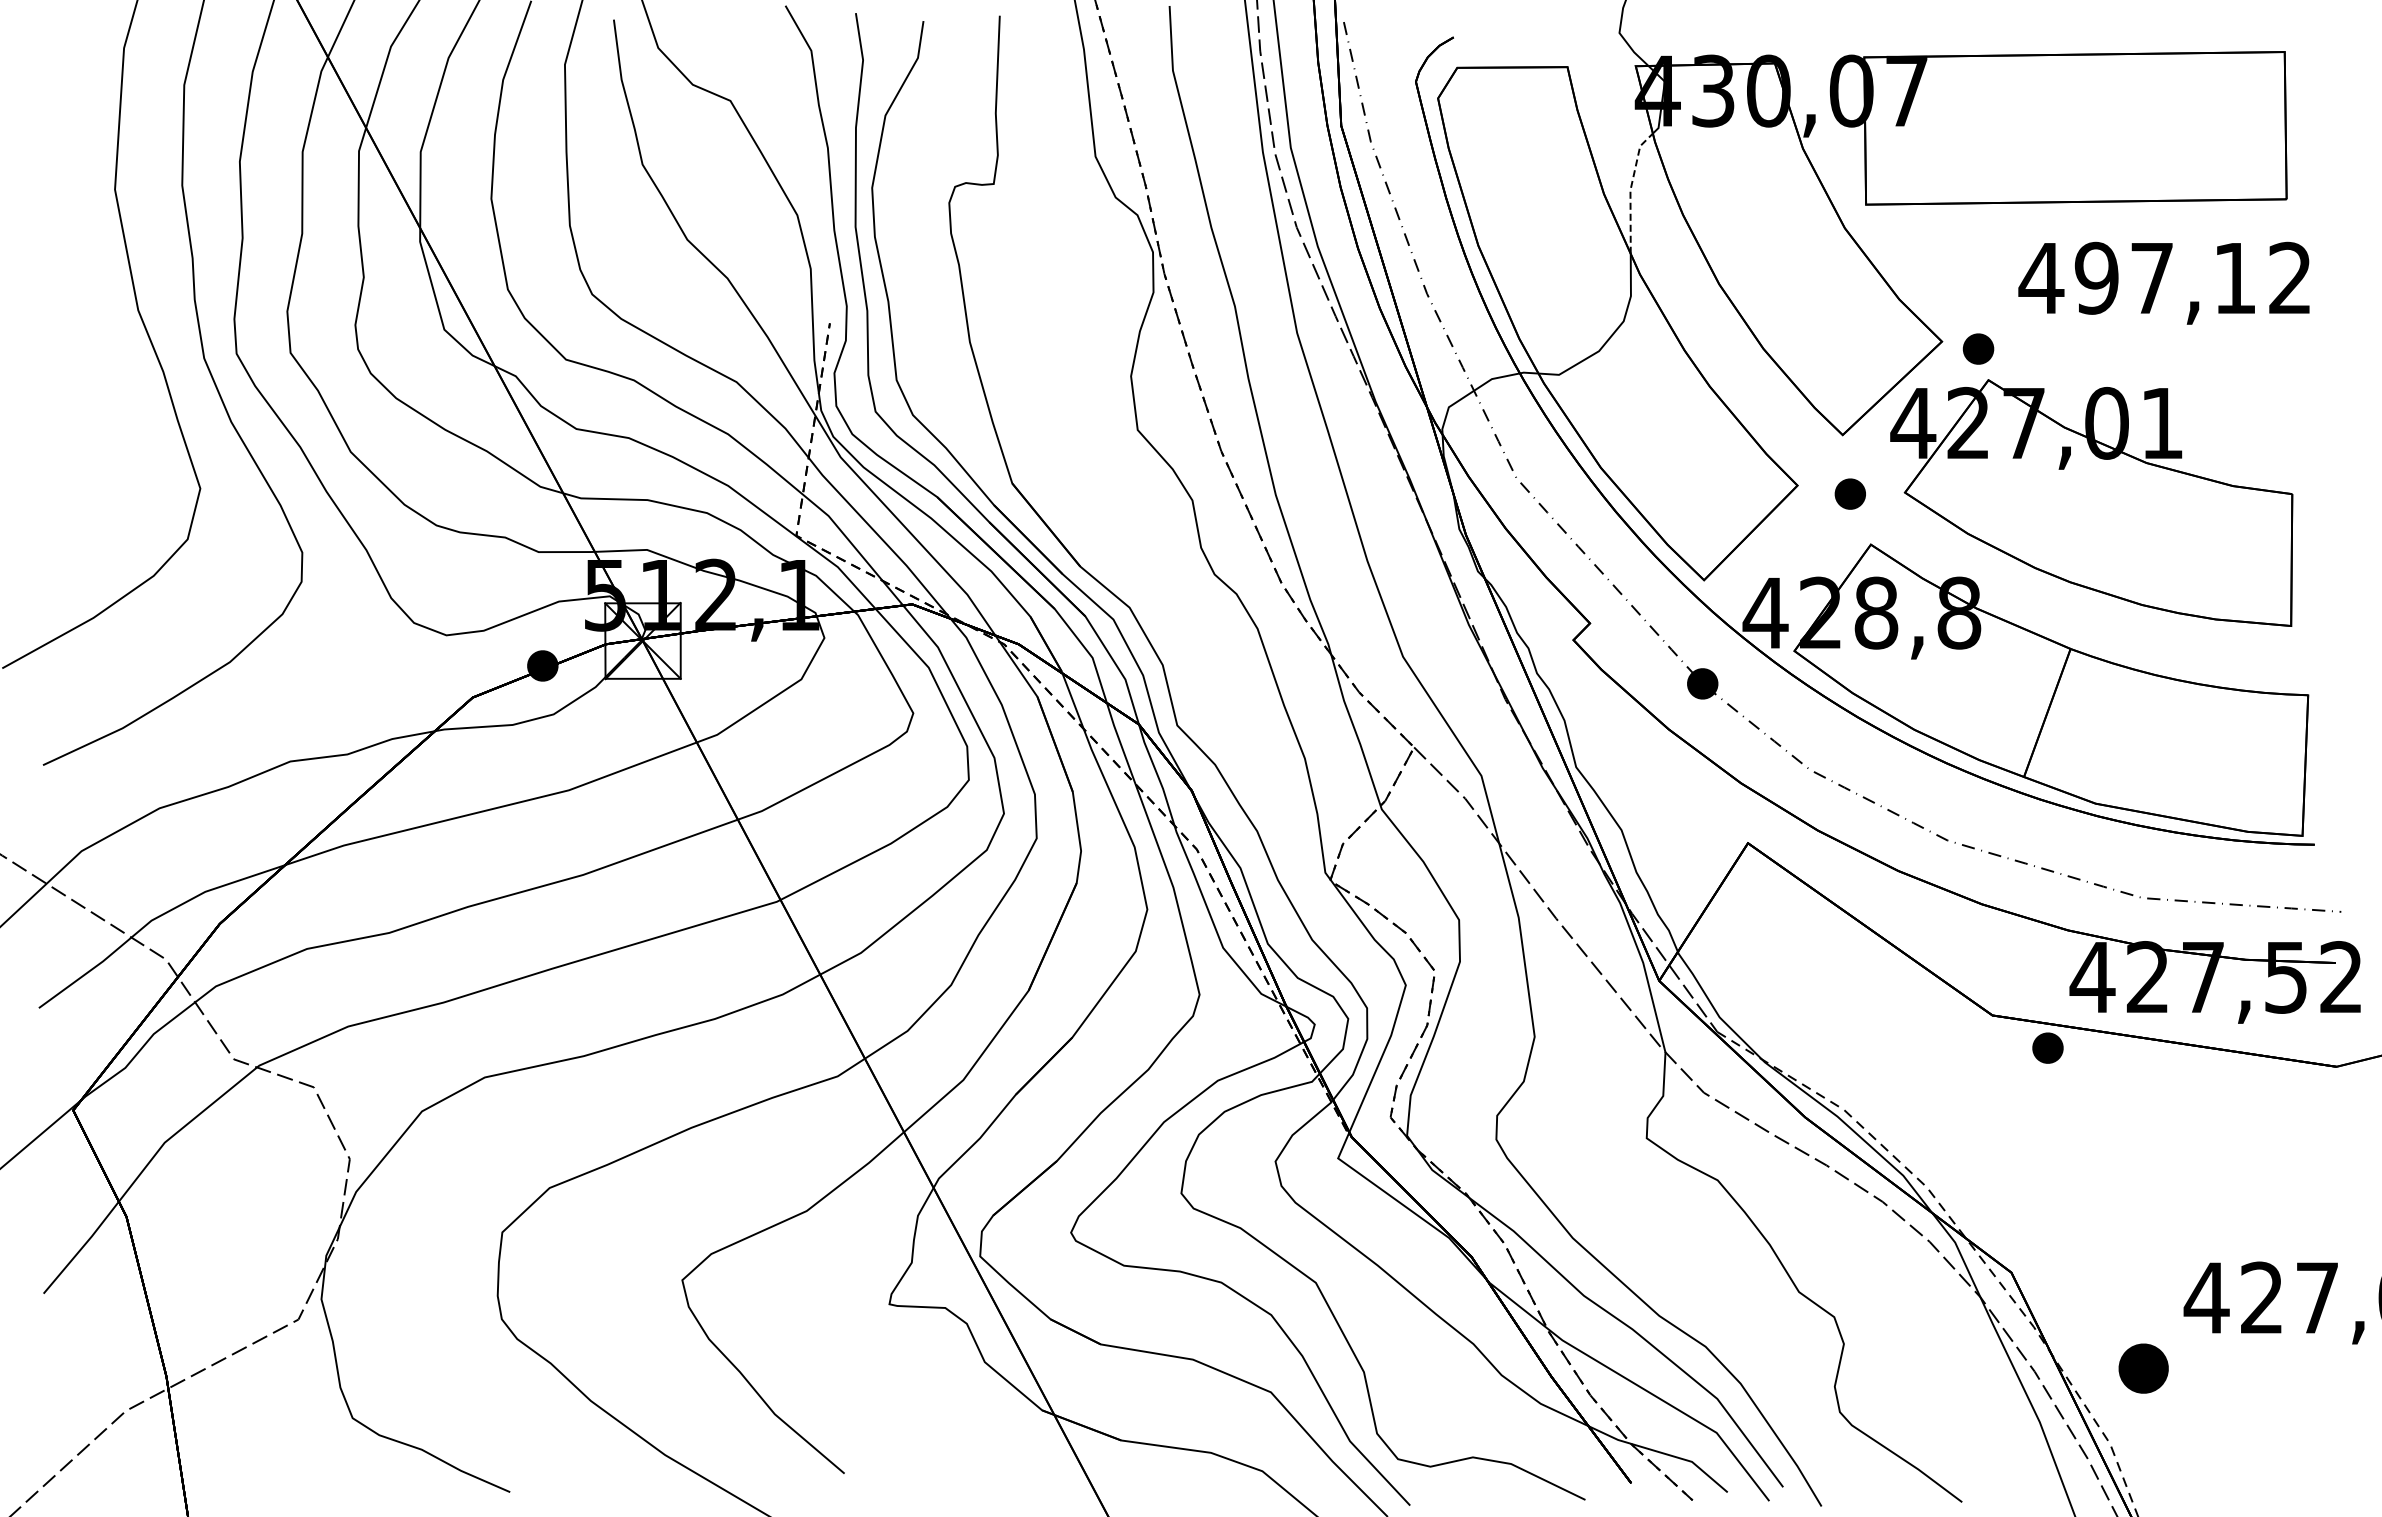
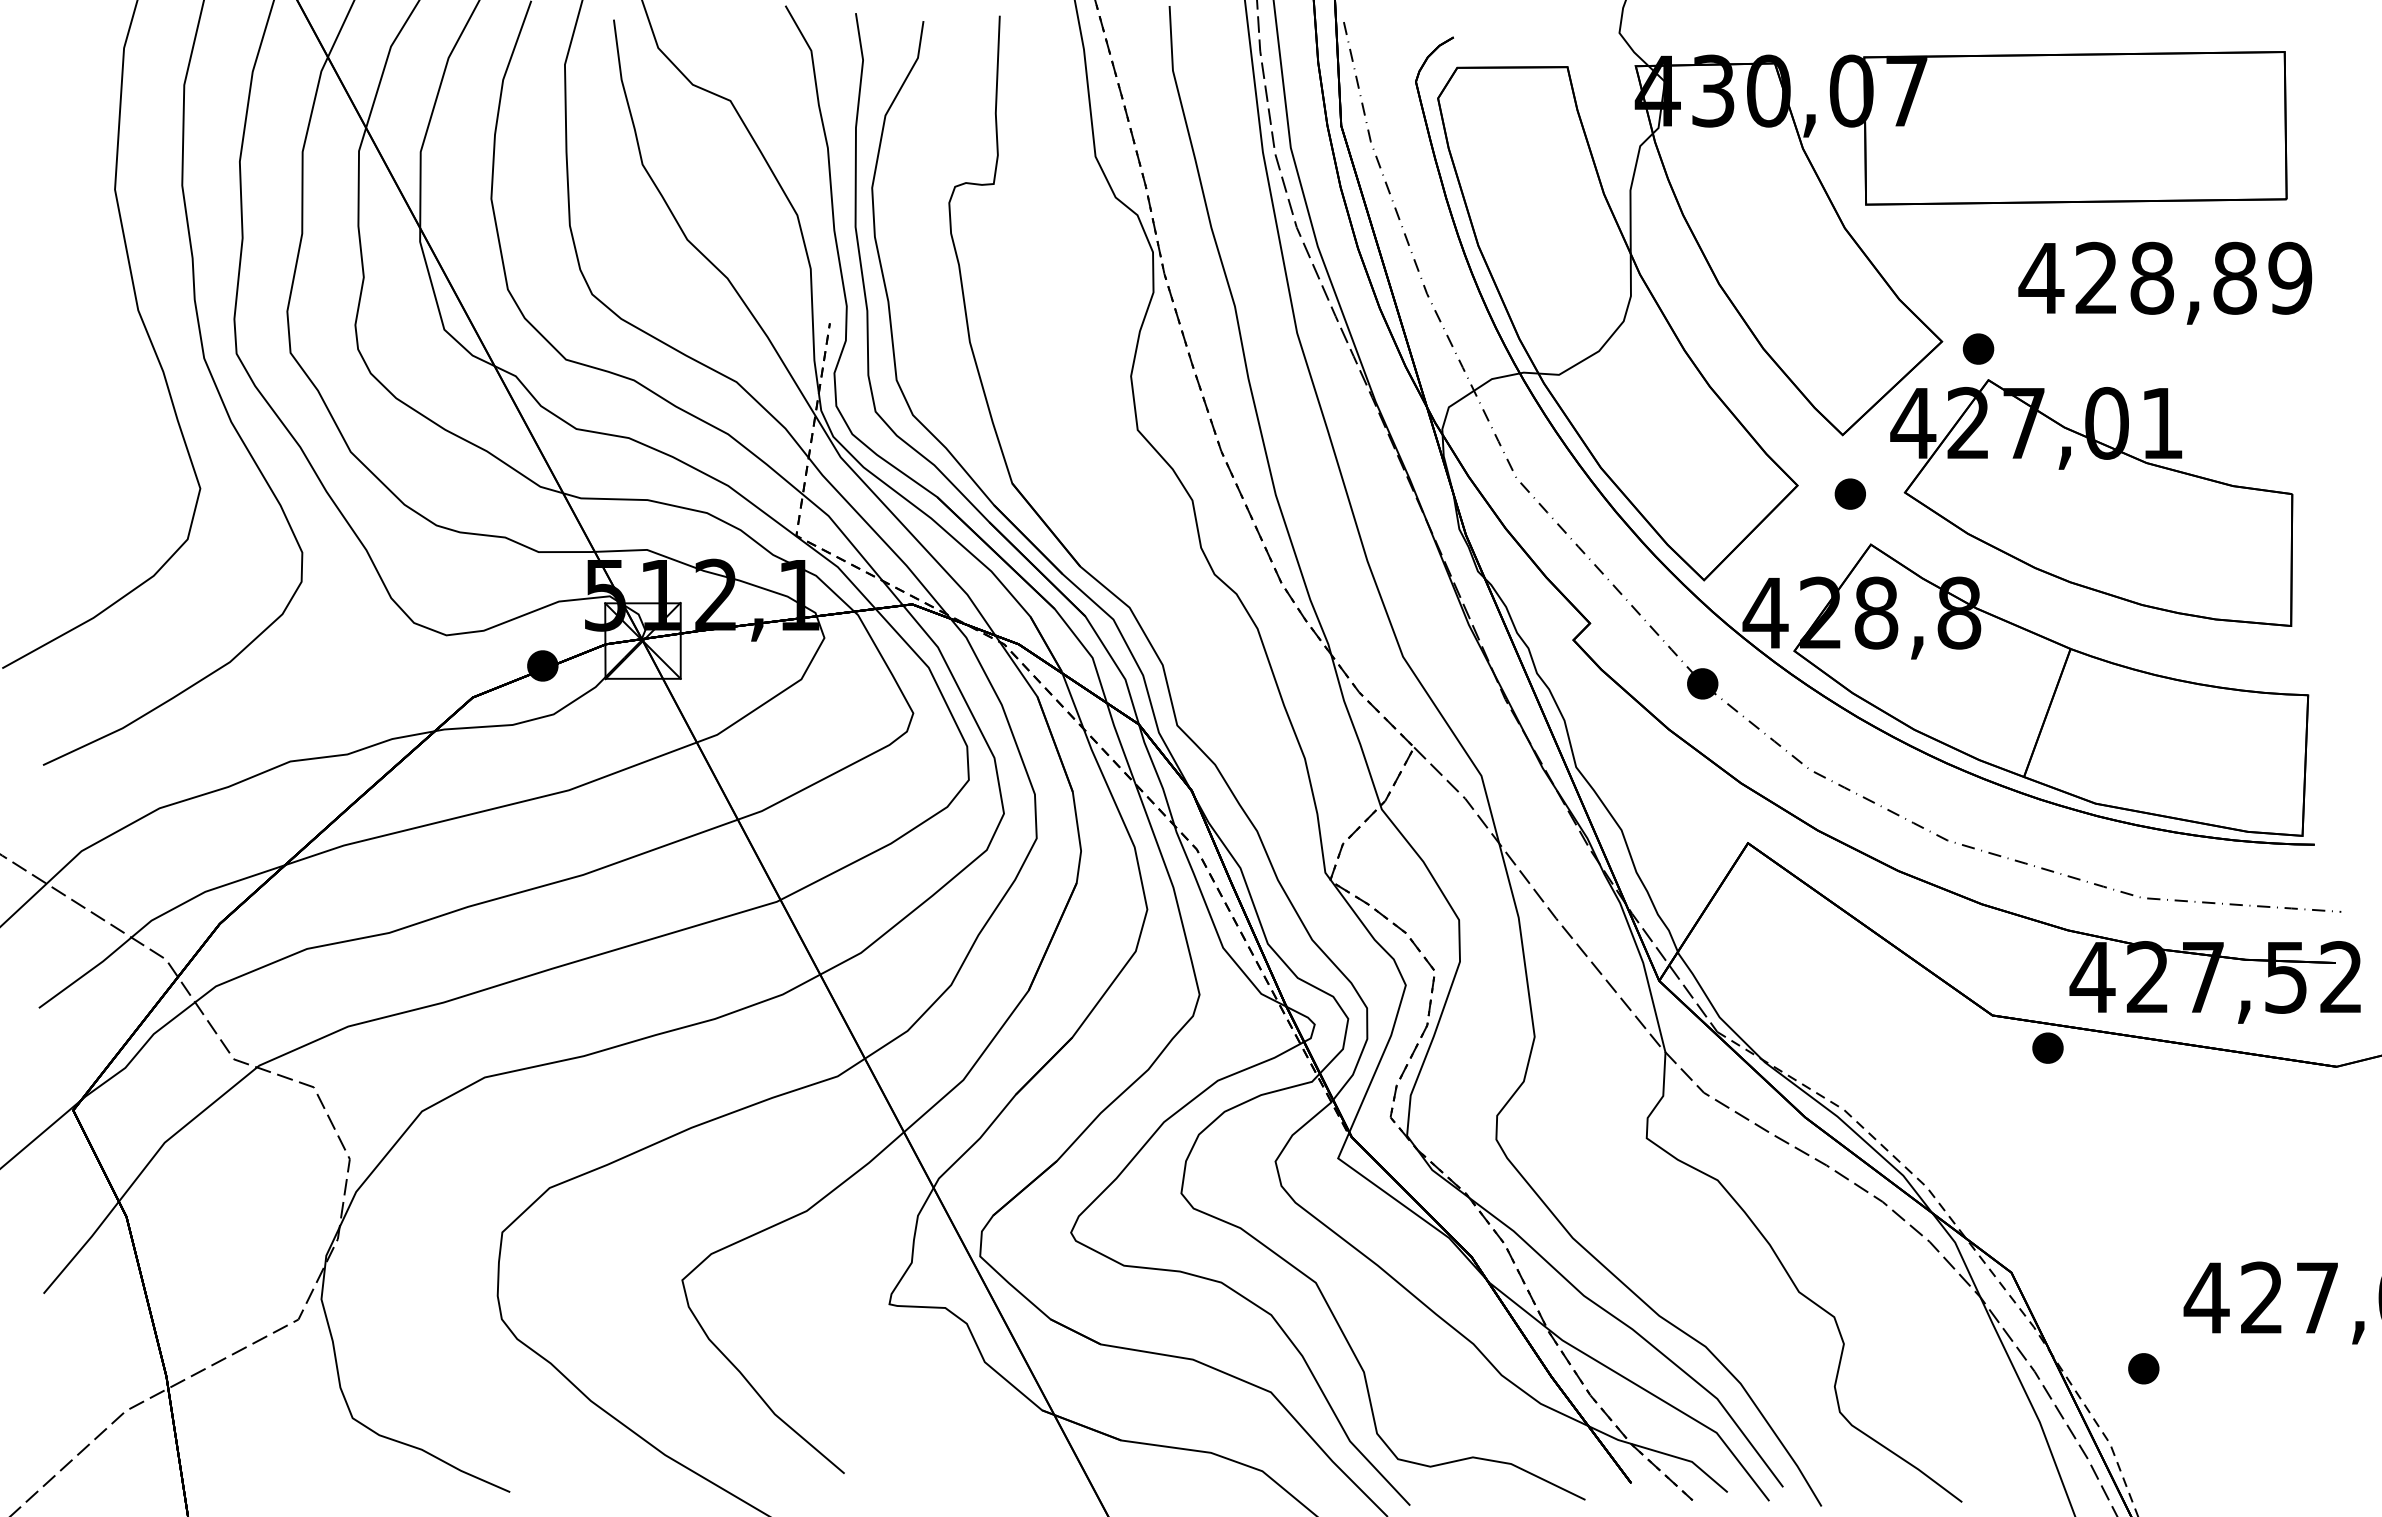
line at (1630, 190): dashed -> solid
text at (2193, 277): 497,12 -> 428,89
part at (2143, 1368) size: 51x51 px -> 32x32 px
